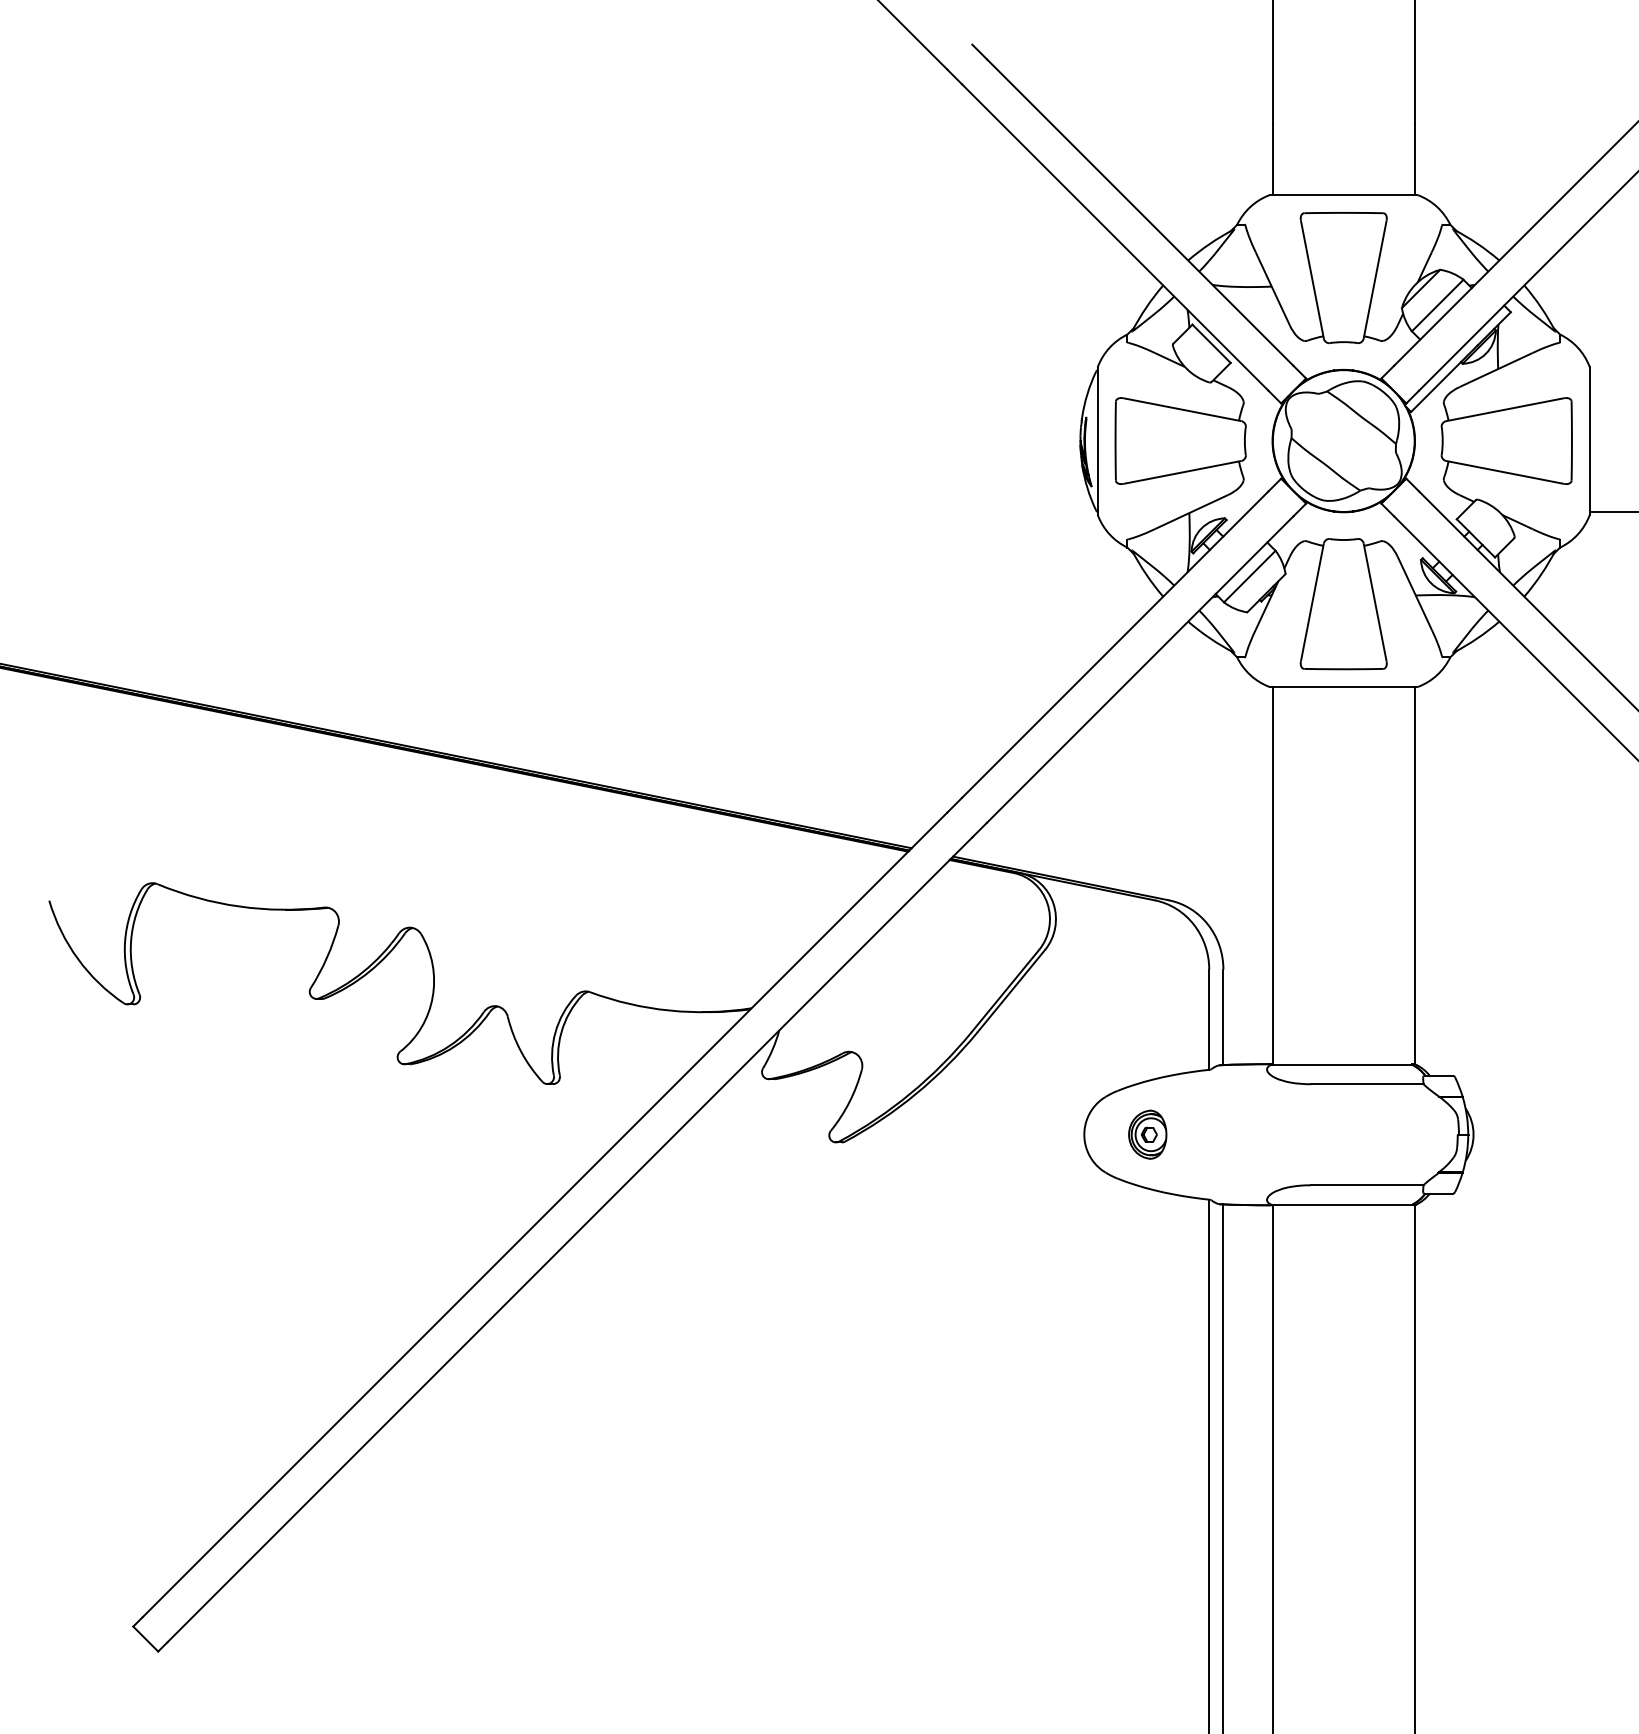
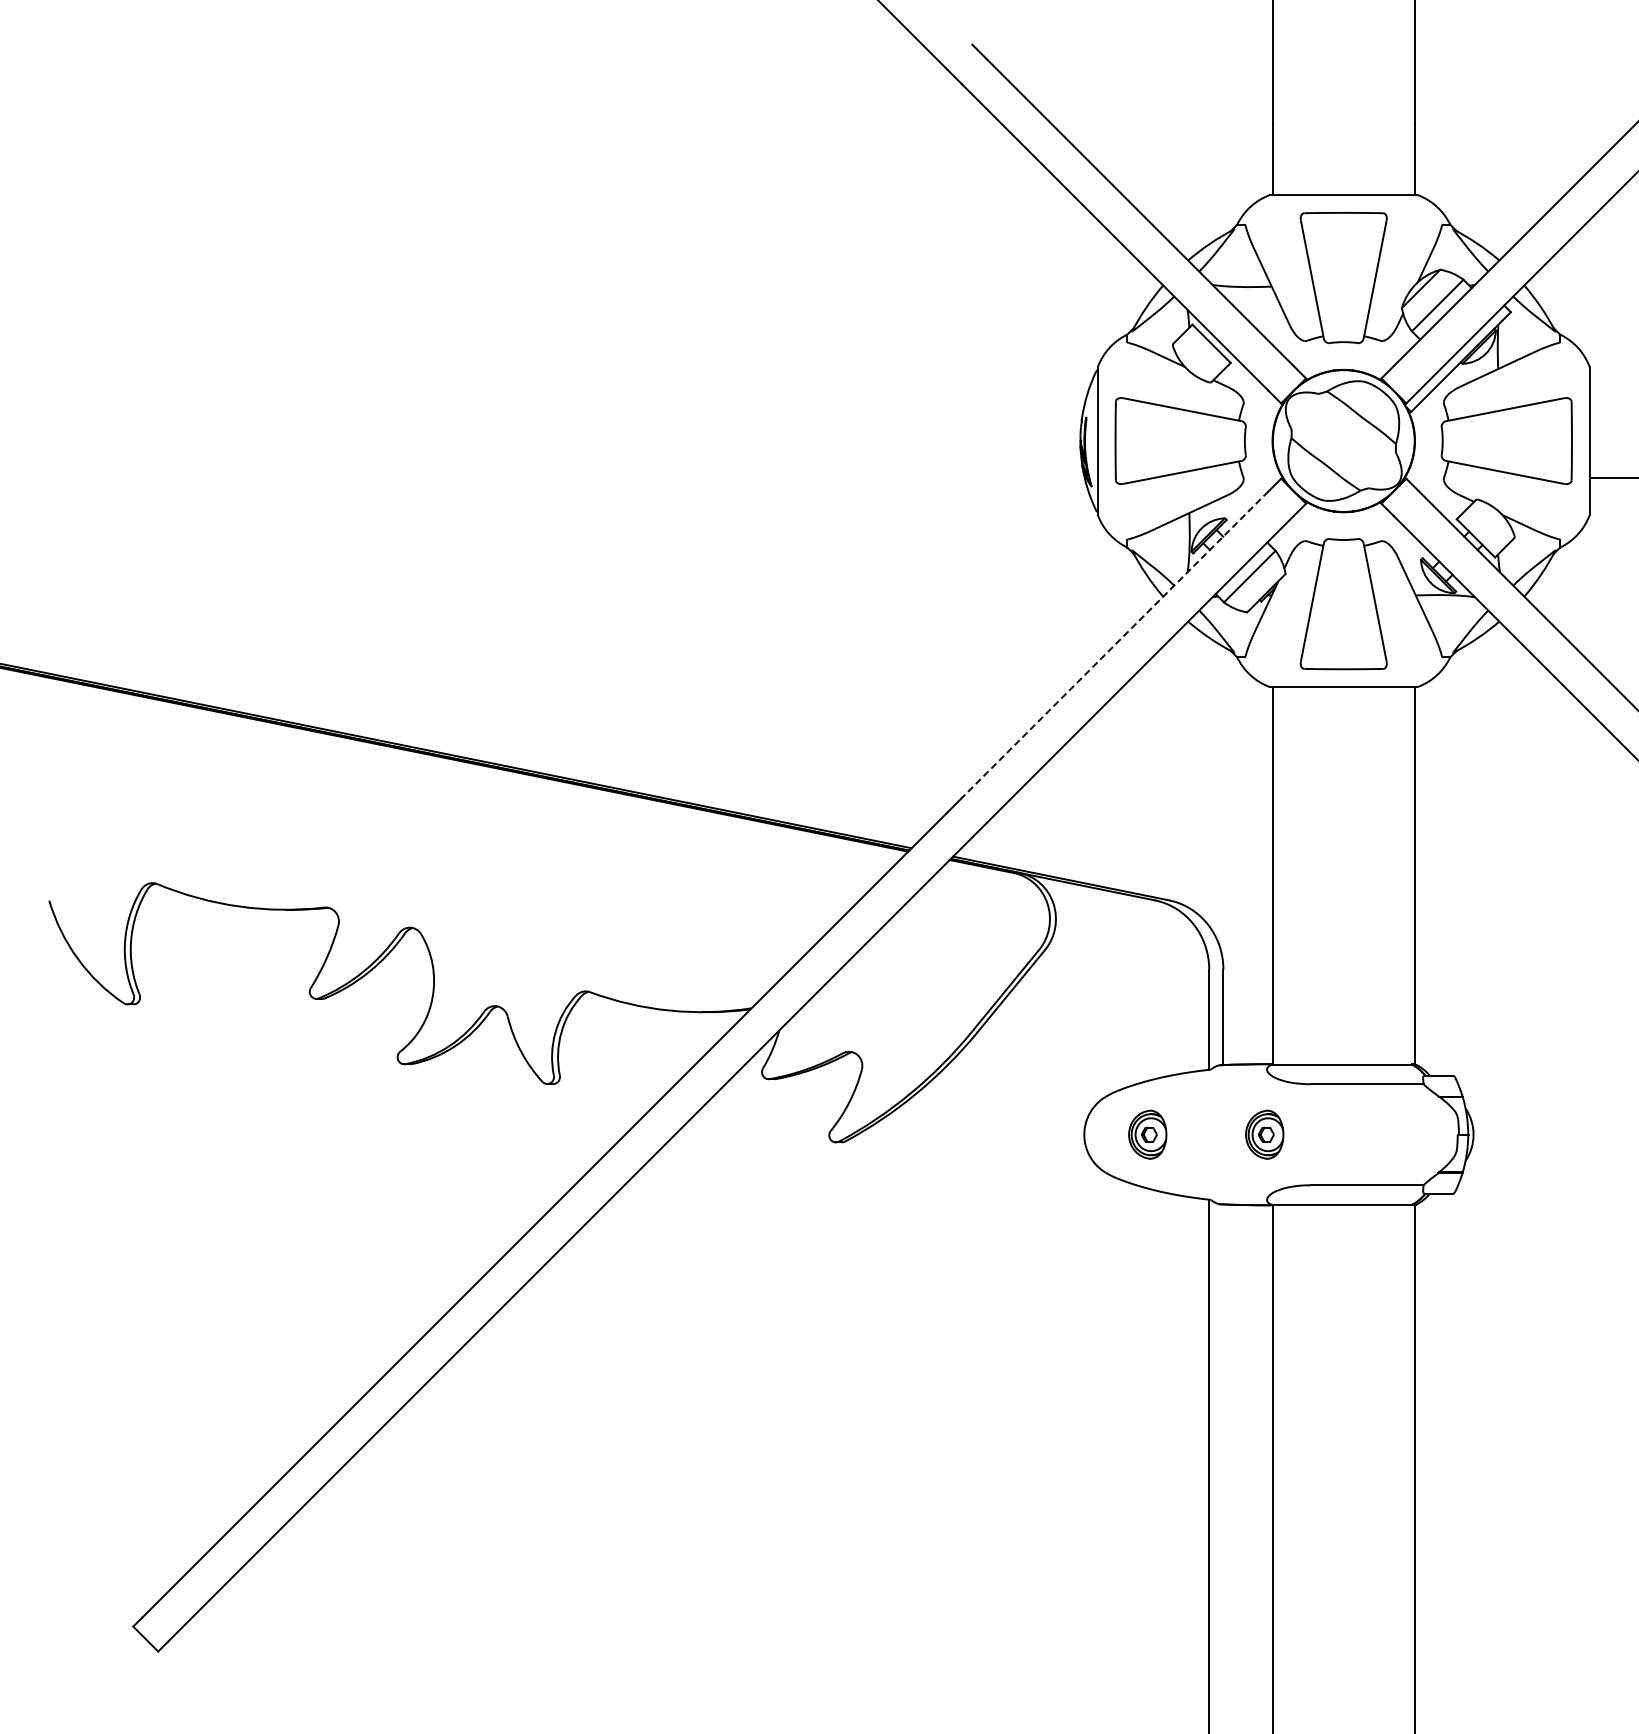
line at (1612, 511) position: (1612, 511) -> (1612, 477)
line at (1115, 644): solid -> dashed
part at (1264, 1134): none -> present
line at (1223, 1467): present -> none
